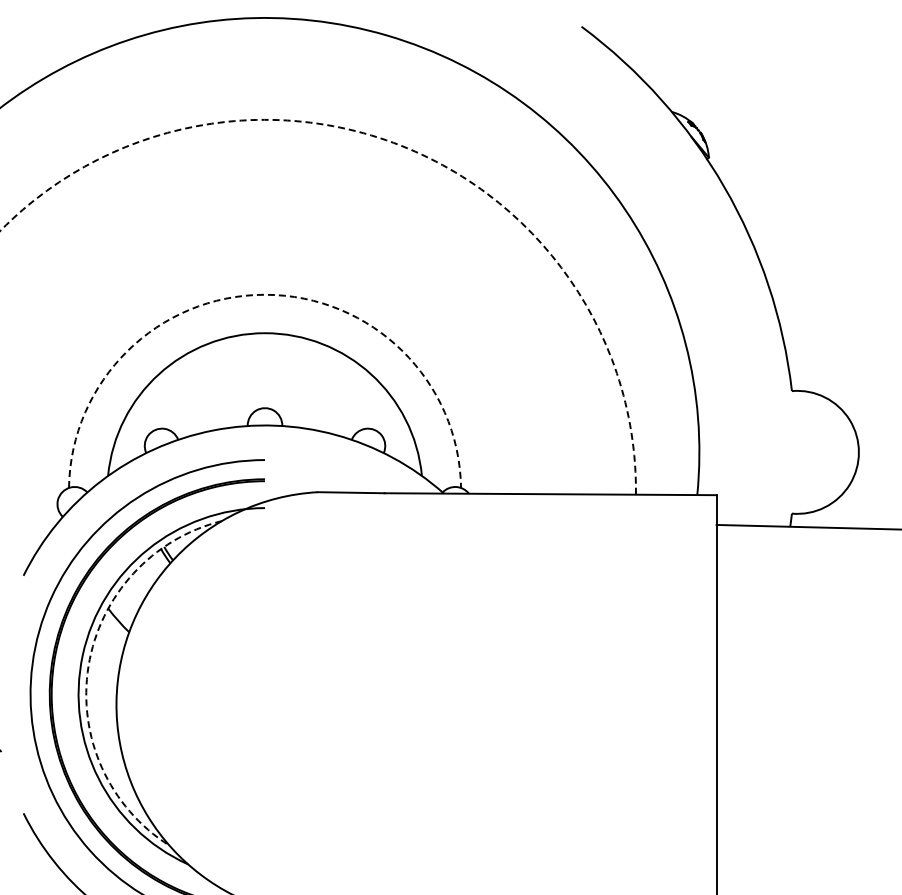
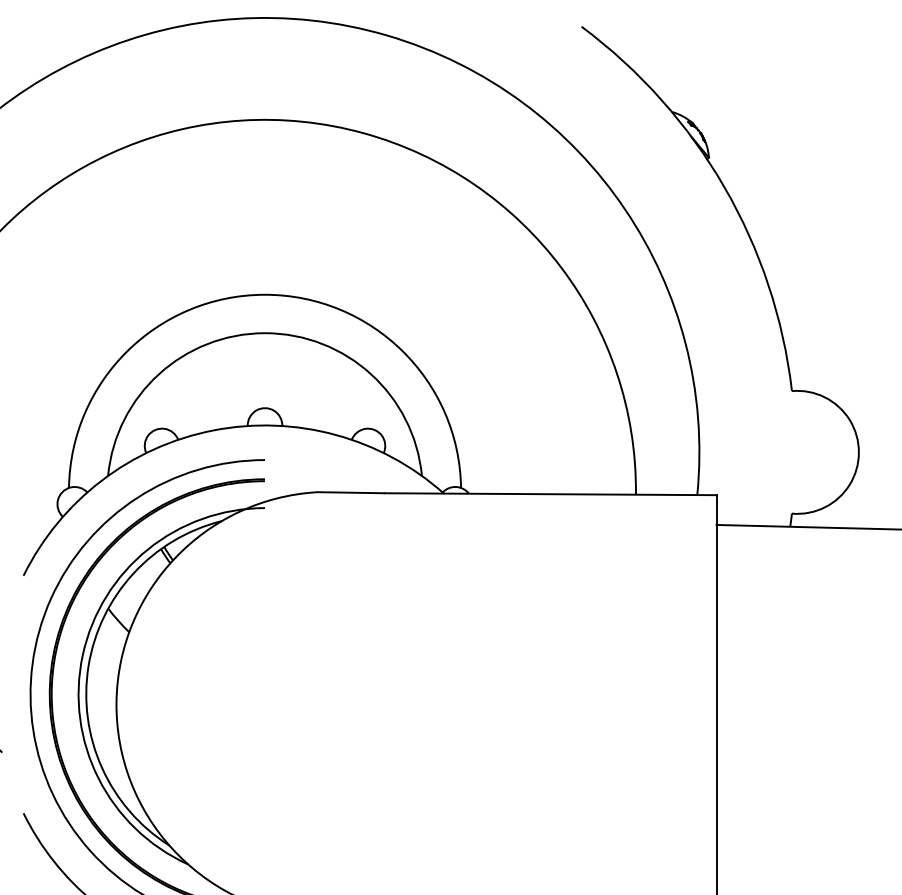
arc at (405, 147): dashed -> solid
arc at (265, 294): dashed -> solid
arc at (88, 666): dashed -> solid
